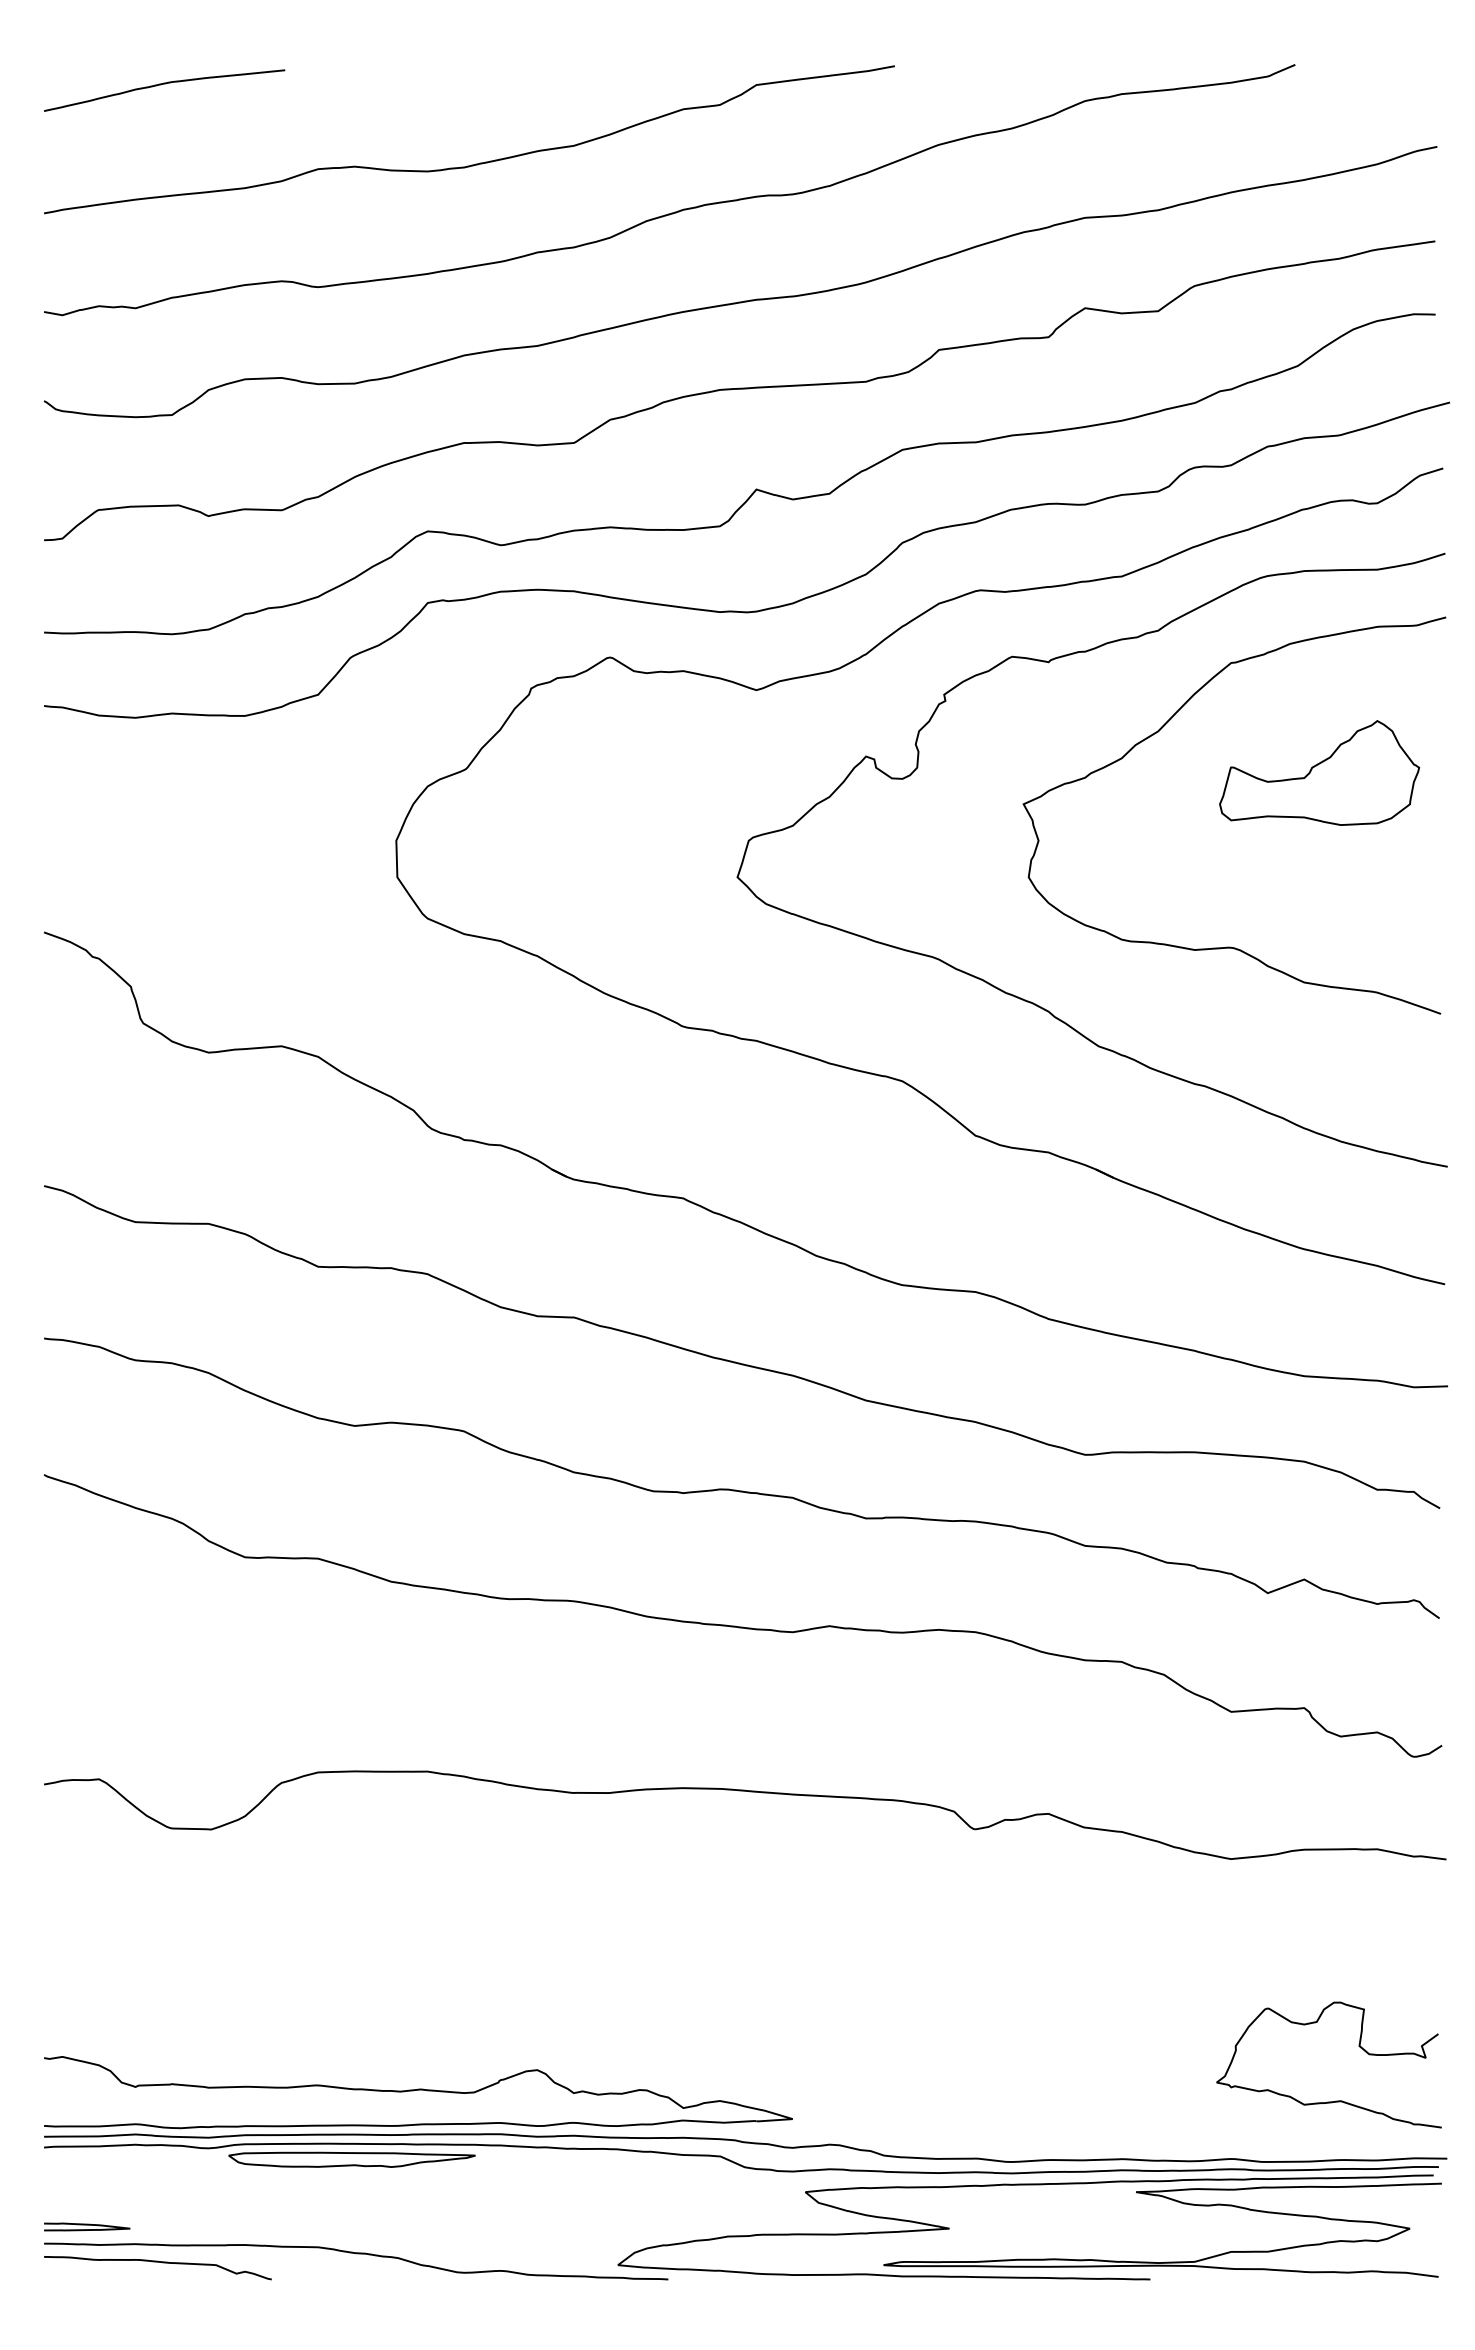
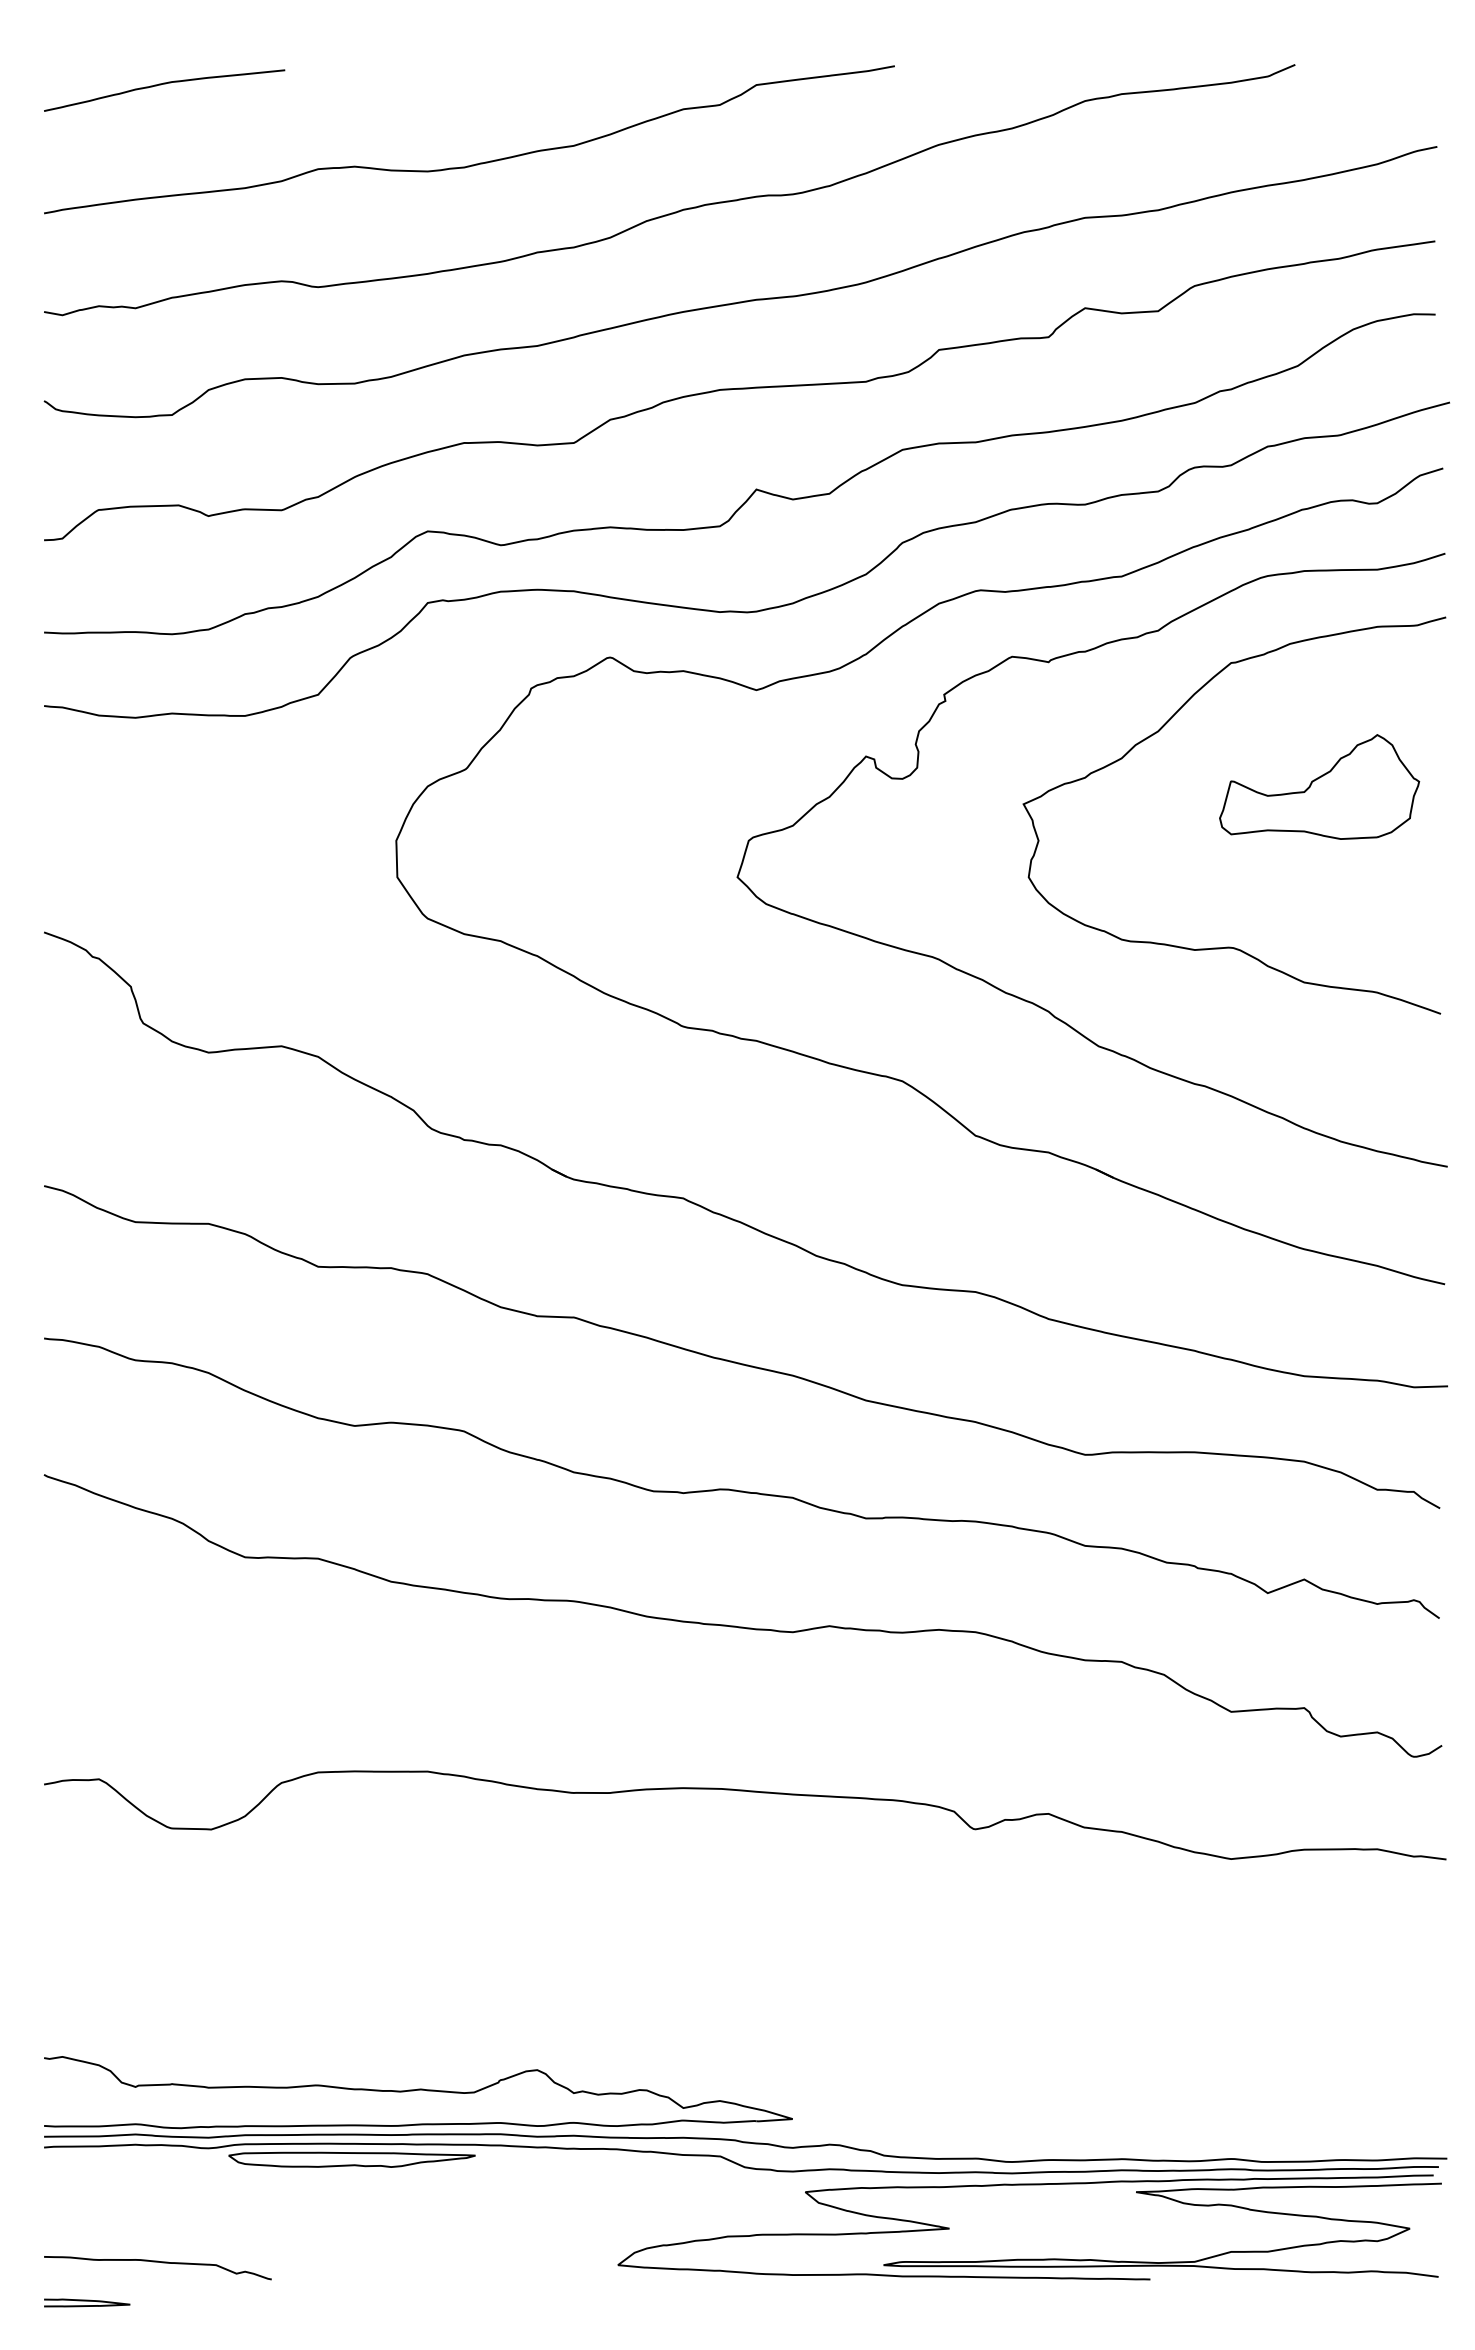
part at (1319, 772) position: (1319, 772) -> (1319, 786)
curve at (1358, 2046): present -> none
part at (87, 2226) position: (87, 2226) -> (87, 2302)
curve at (356, 2254): present -> none
